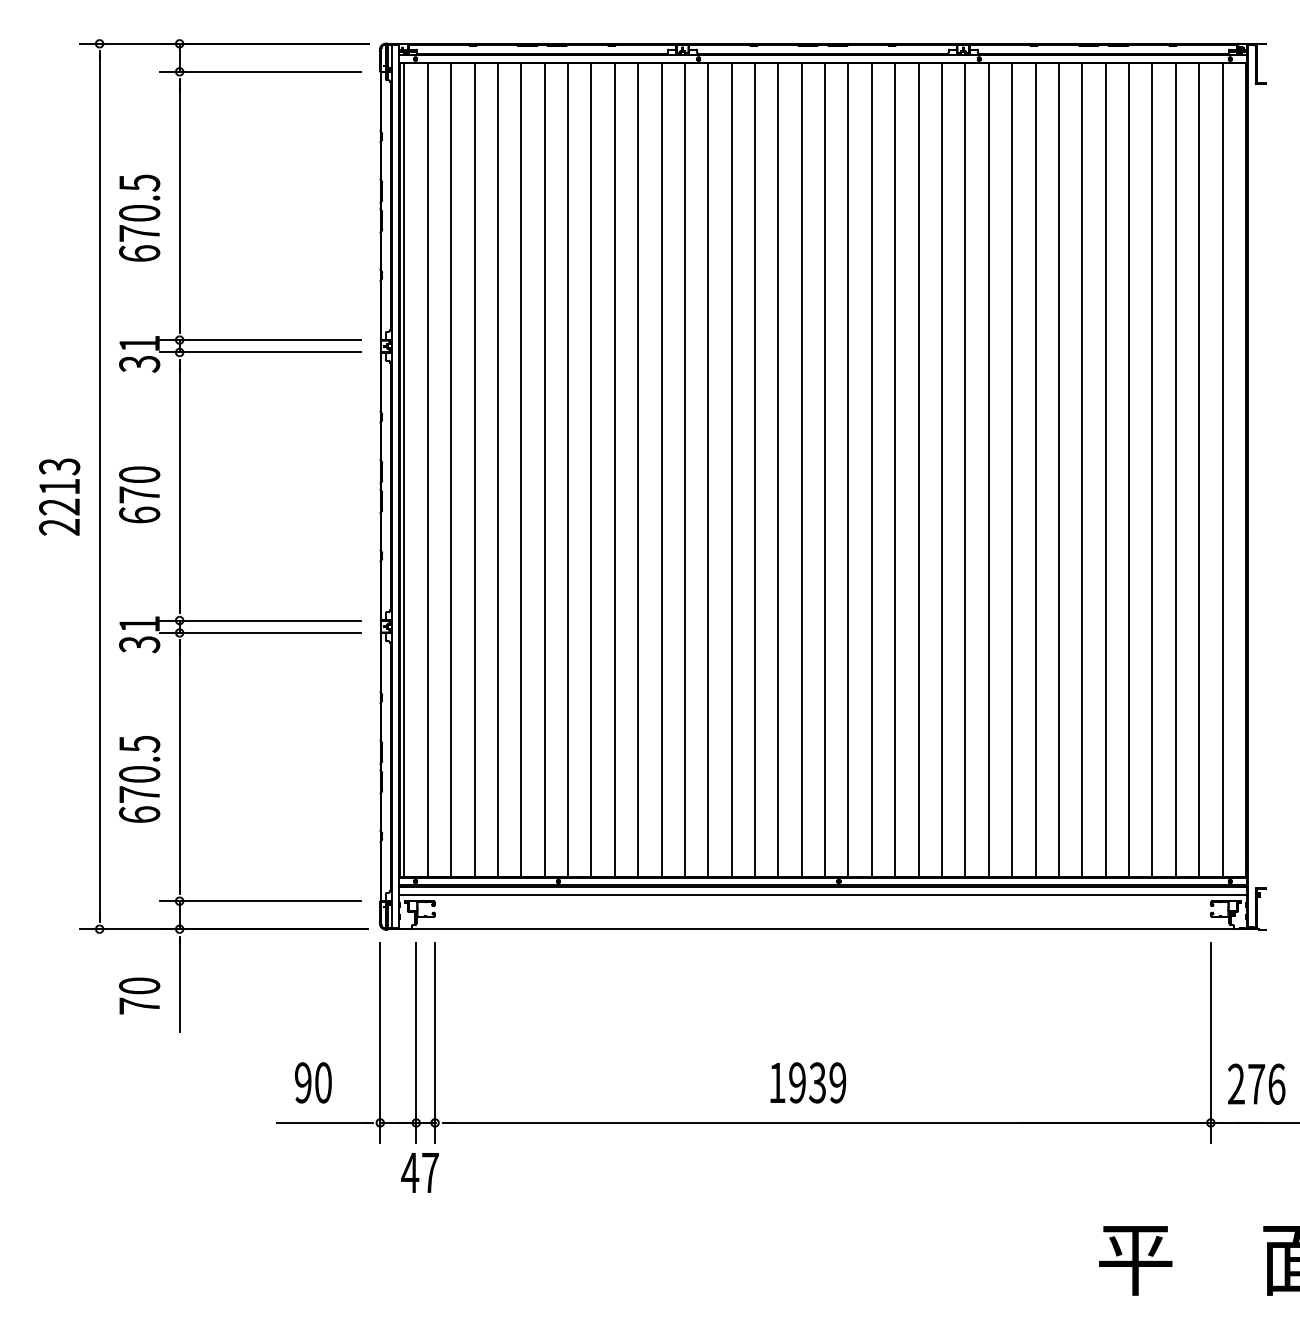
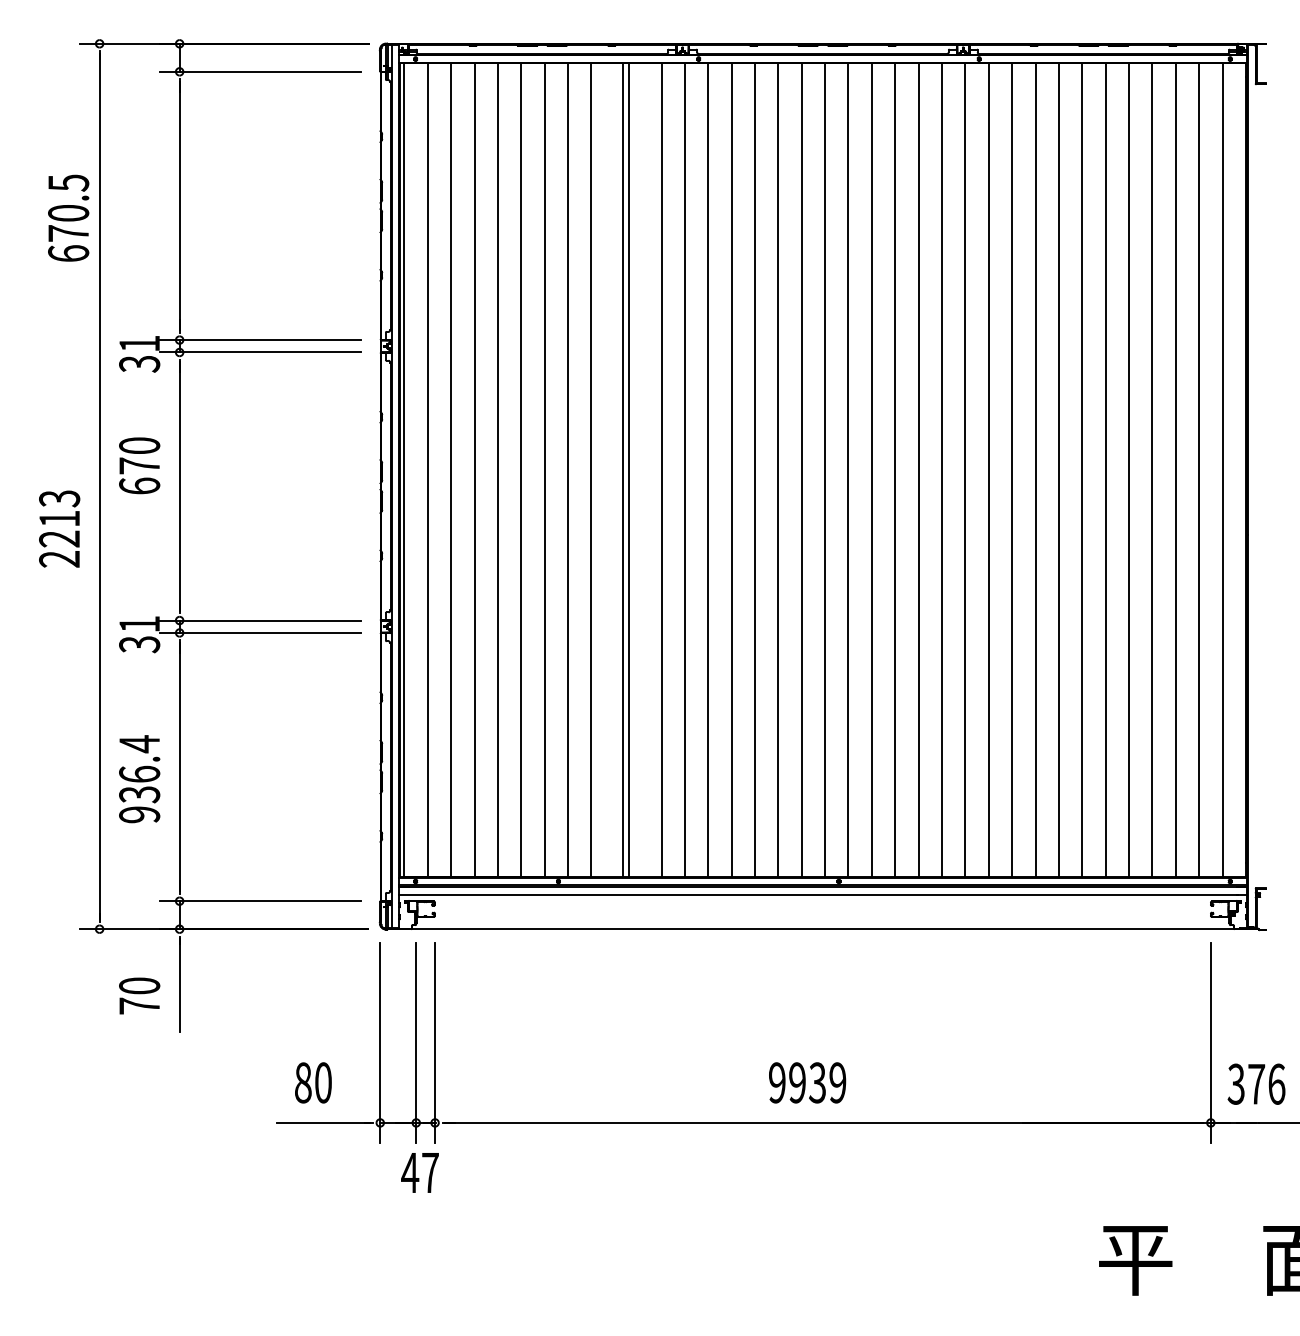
text at (139, 217) position: (139, 217) -> (68, 217)
line at (614, 470) position: (614, 470) -> (622, 470)
line at (638, 470) position: (638, 470) -> (629, 470)
text at (139, 494) position: (139, 494) -> (139, 465)
text at (59, 496) position: (59, 496) -> (59, 528)
text at (139, 779): 670.5 -> 936.4
text at (302, 1082): 90 -> 80
text at (777, 1082): 1939 -> 9939
text at (1235, 1083): 276 -> 376
